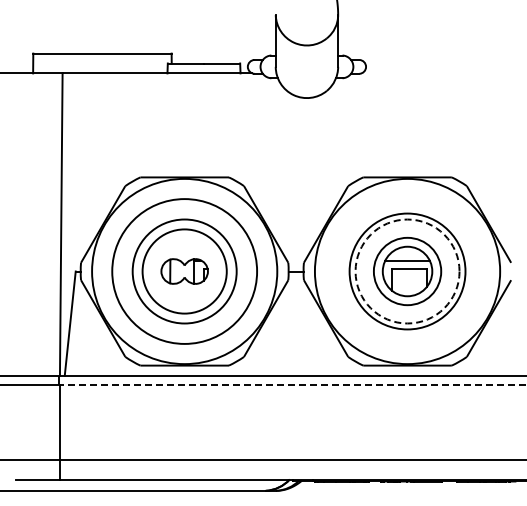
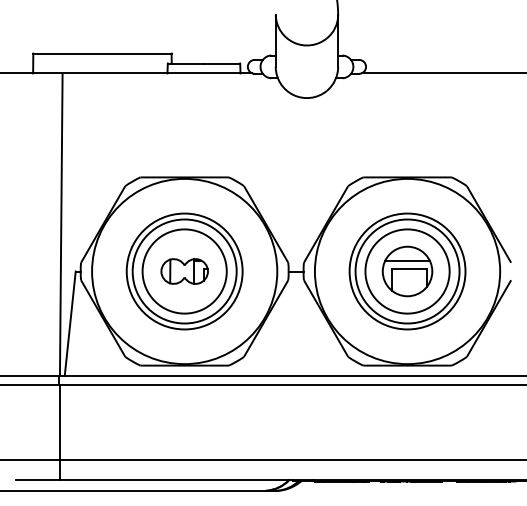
line at (442, 73): none -> present
circle at (184, 271) diameter: 145 px -> 116 px
circle at (407, 271) diameter: 67 px -> 84 px
circle at (407, 271): dashed -> solid
line at (293, 385): dashed -> solid
